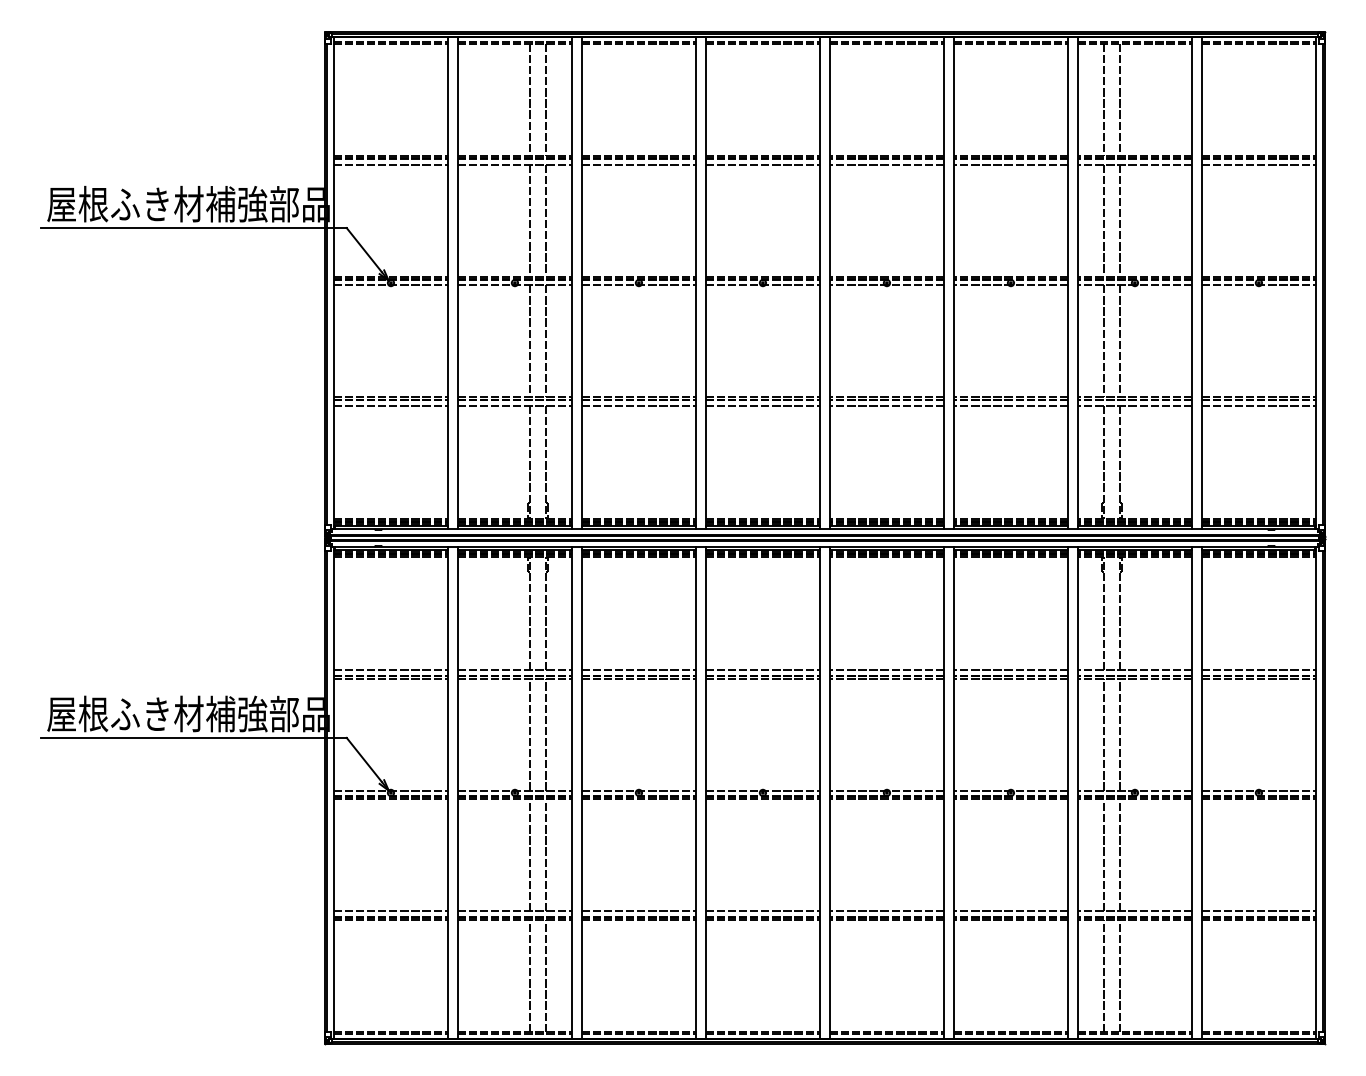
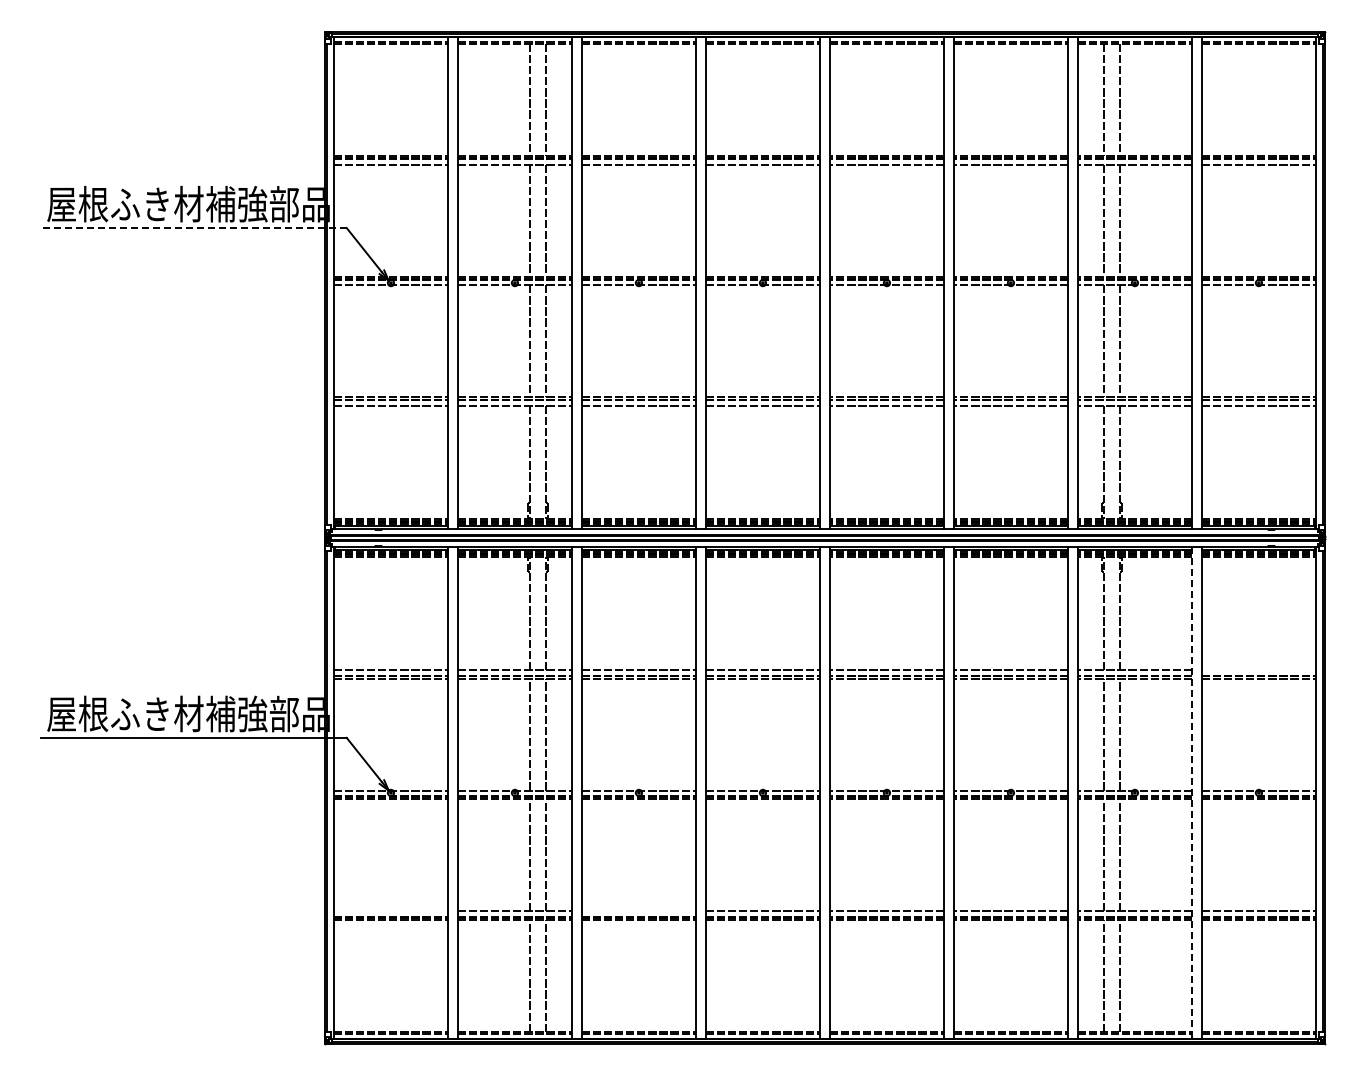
line at (193, 228): solid -> dashed
line at (1258, 670): present -> none
line at (1192, 792): solid -> dashed
line at (390, 911): present -> none
line at (638, 911): present -> none
